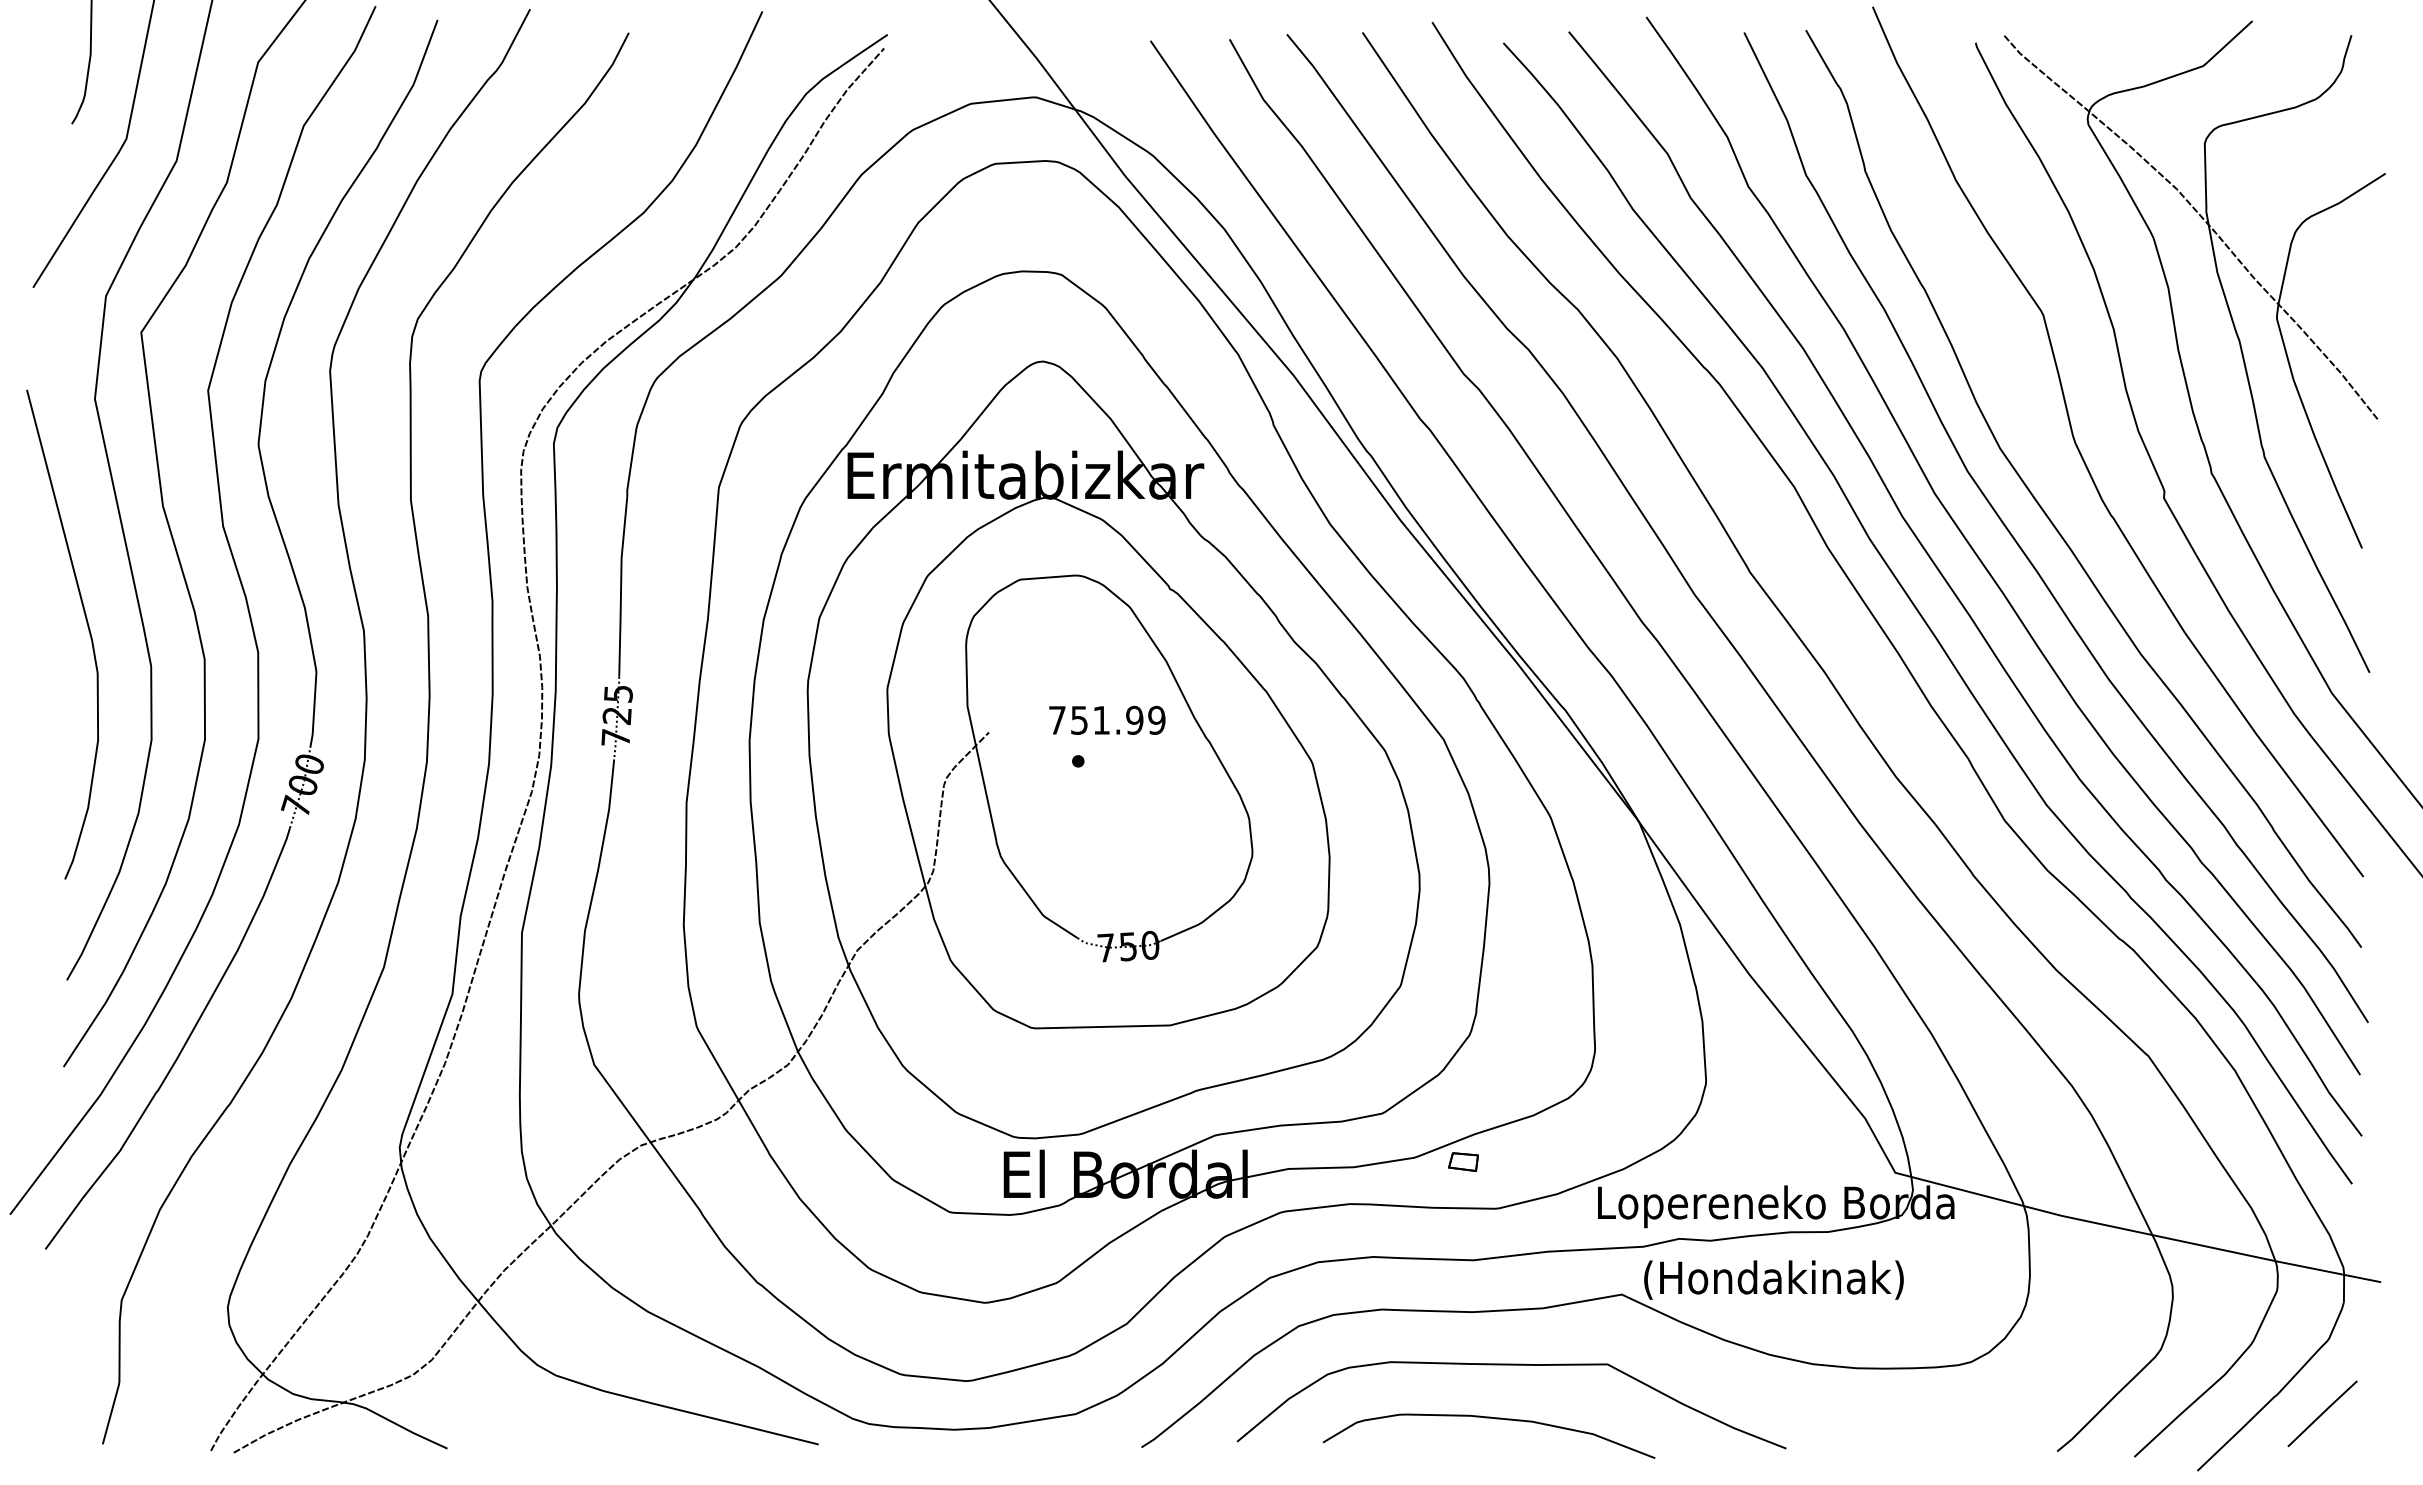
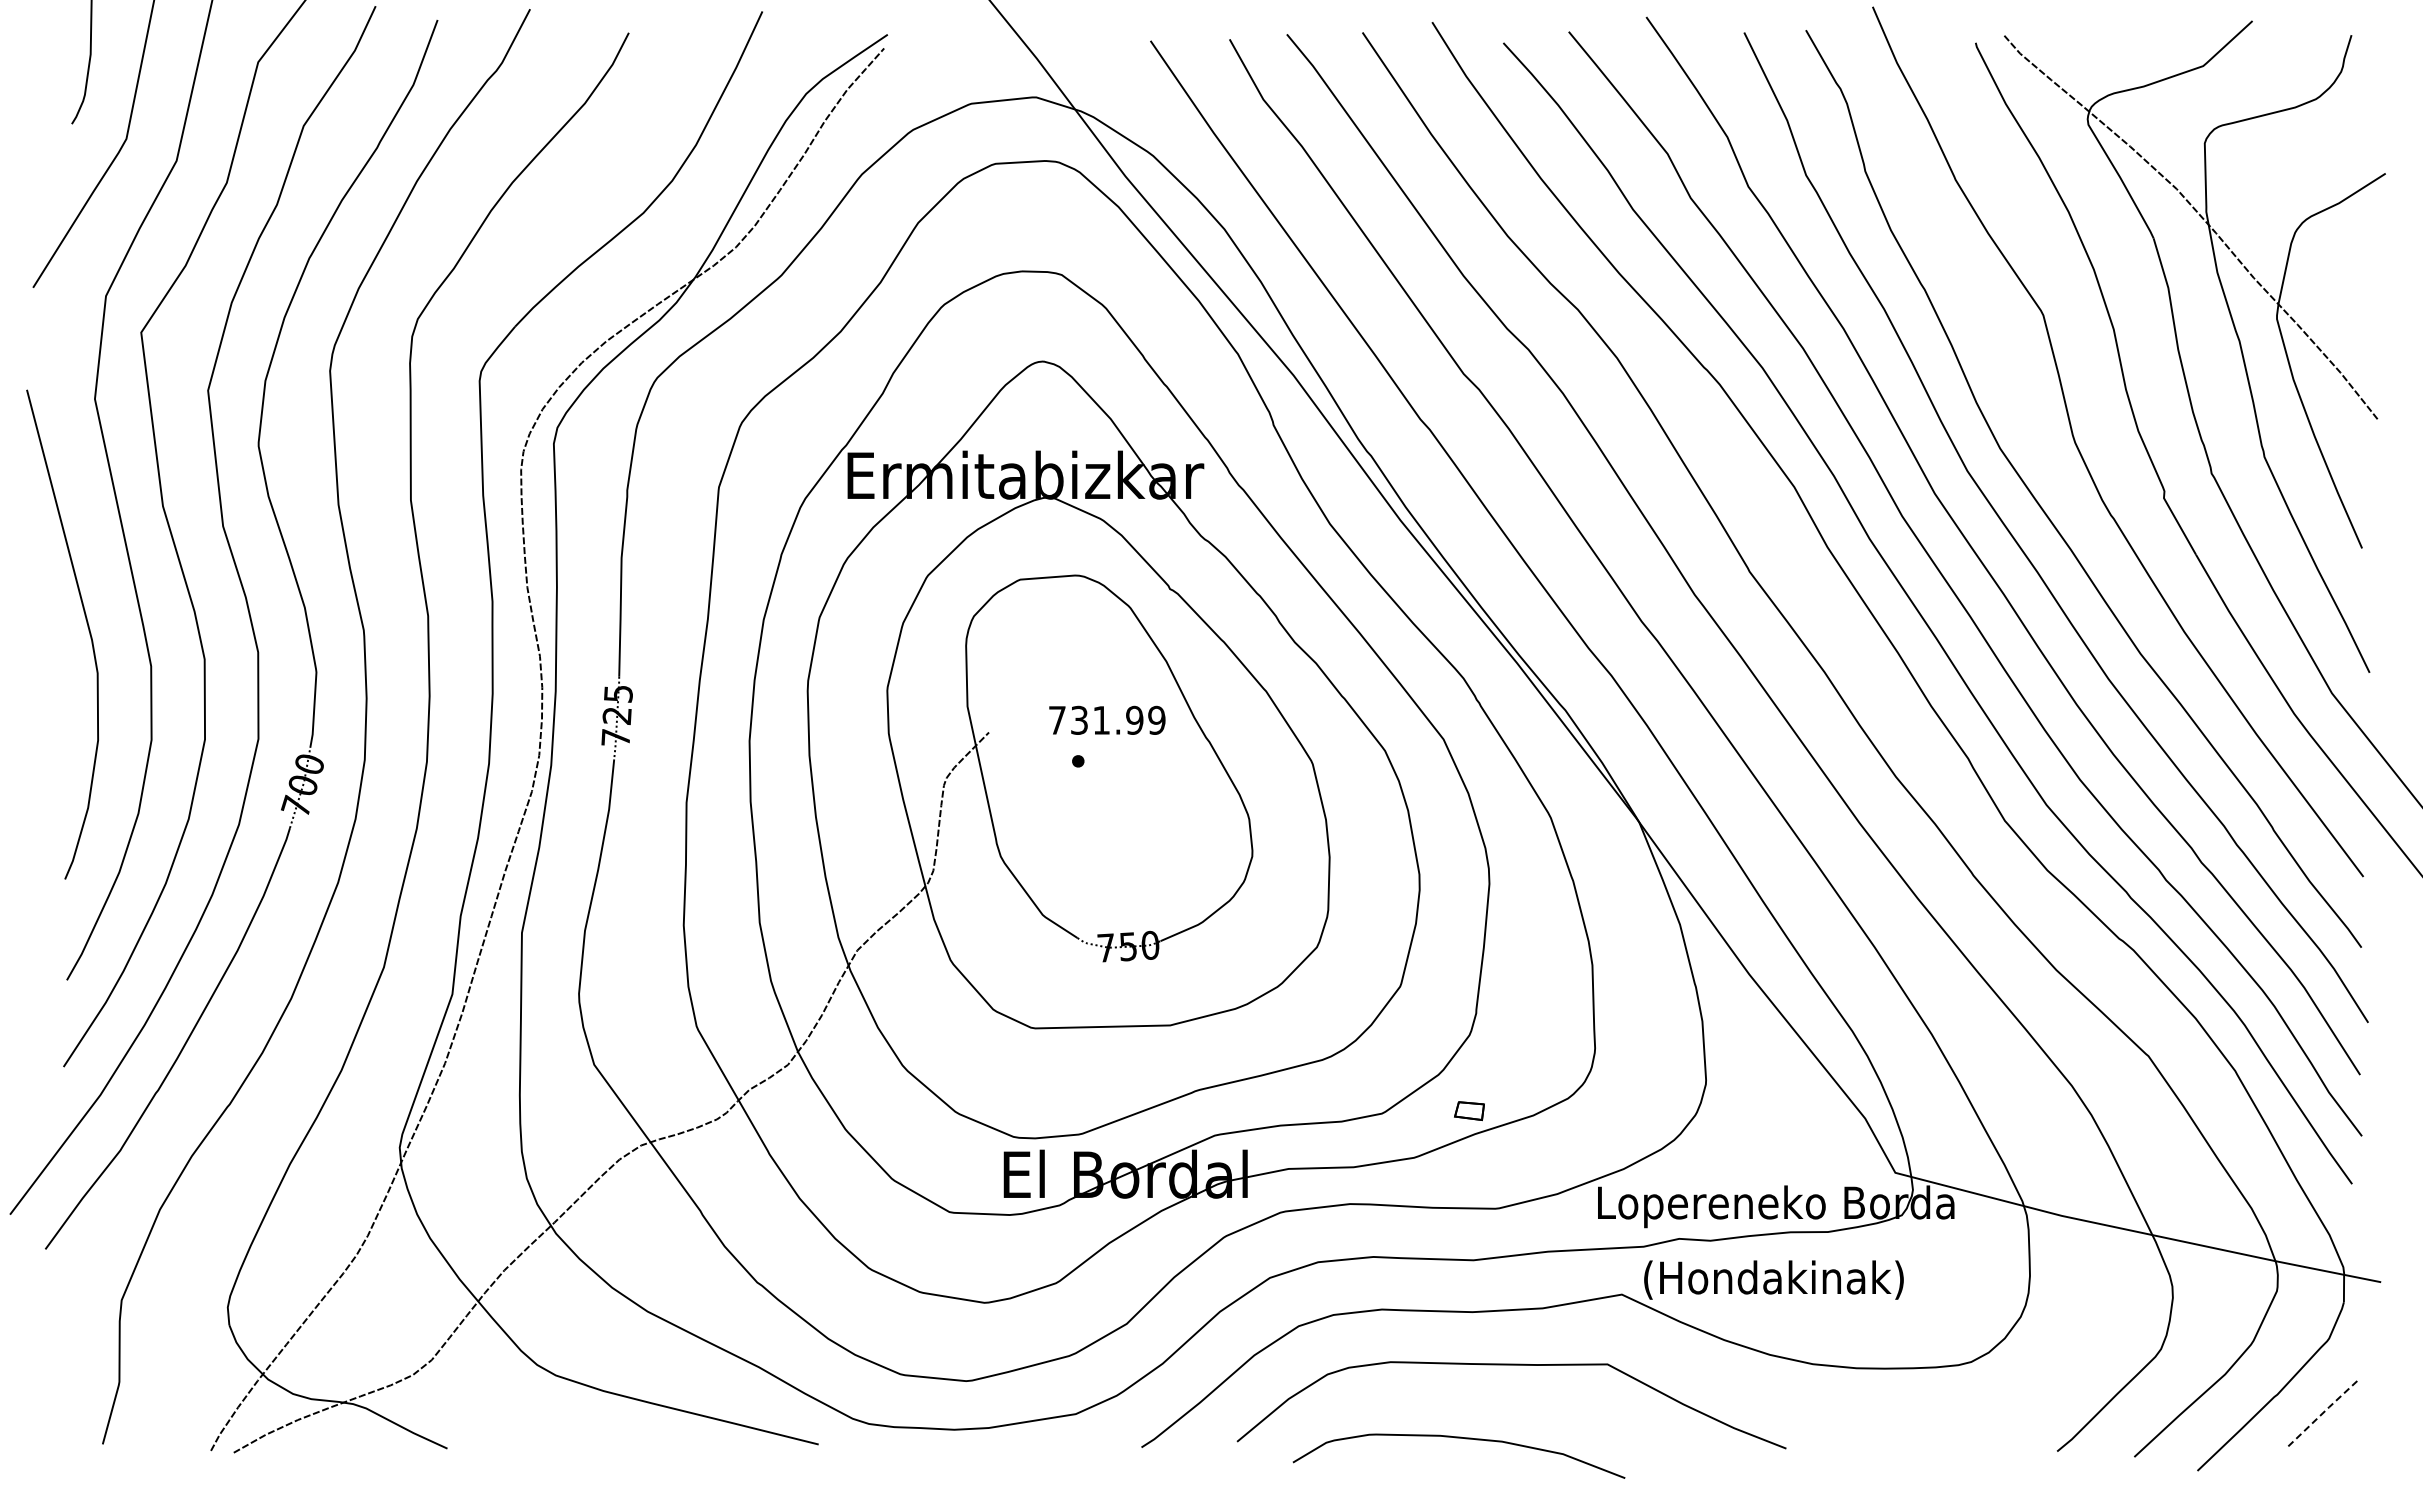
text at (1079, 719): 751.99 -> 731.99
part at (1463, 1162) position: (1463, 1162) -> (1469, 1111)
line at (2322, 1413): solid -> dashed
curve at (1488, 1418) position: (1488, 1418) -> (1458, 1438)
